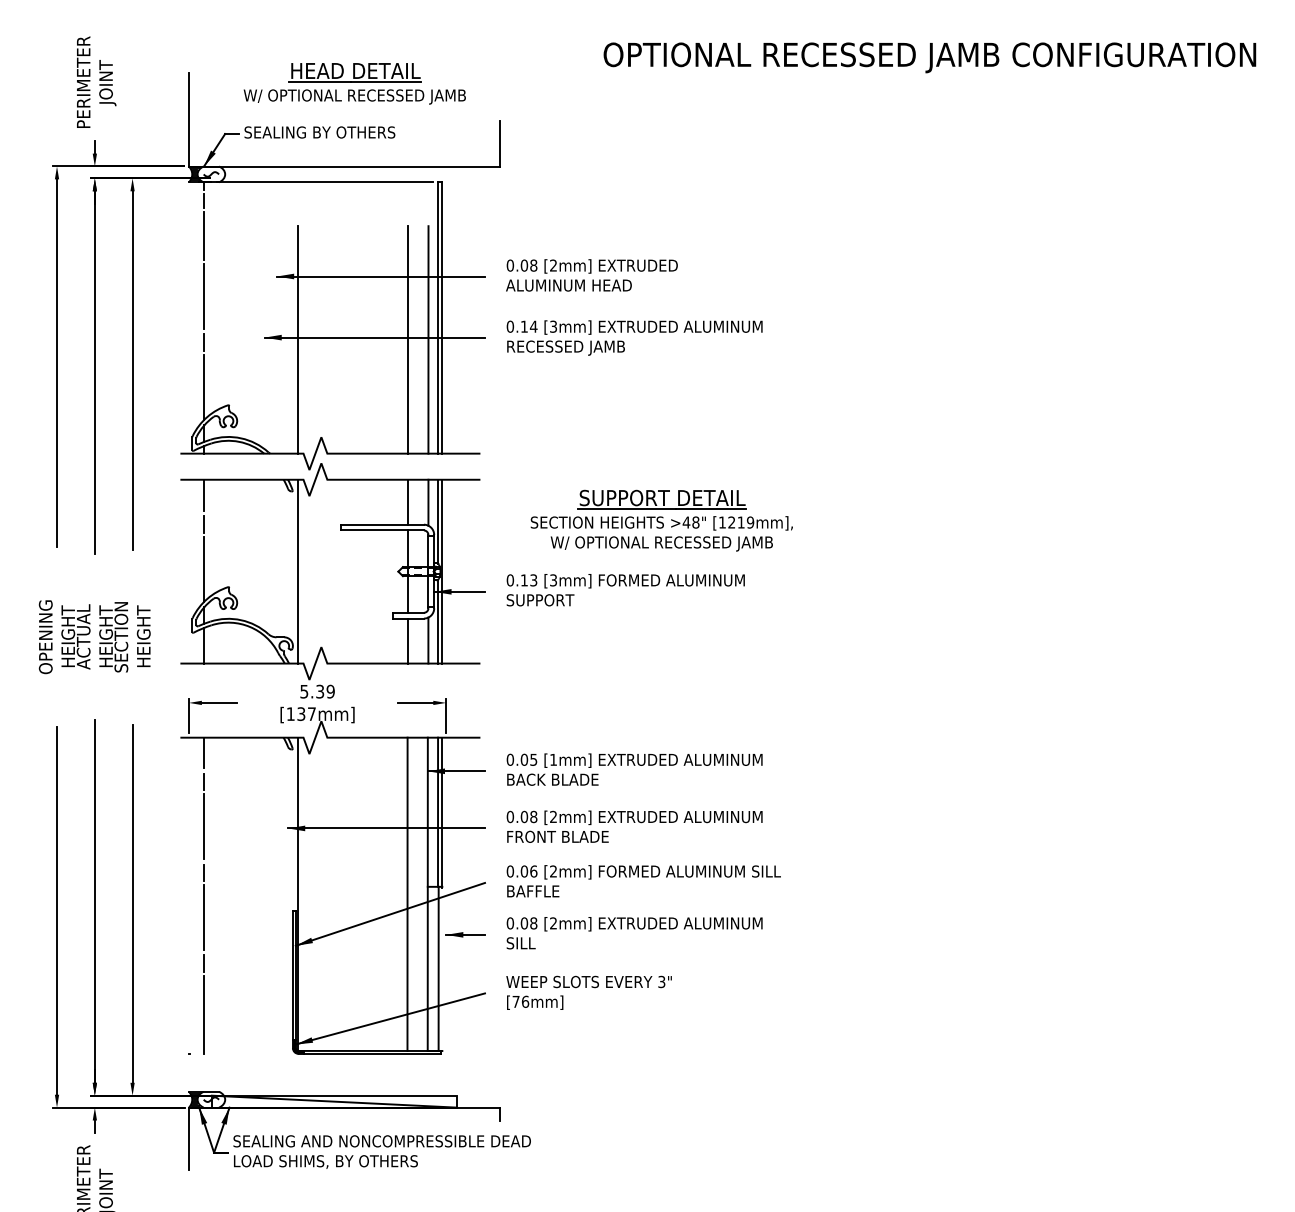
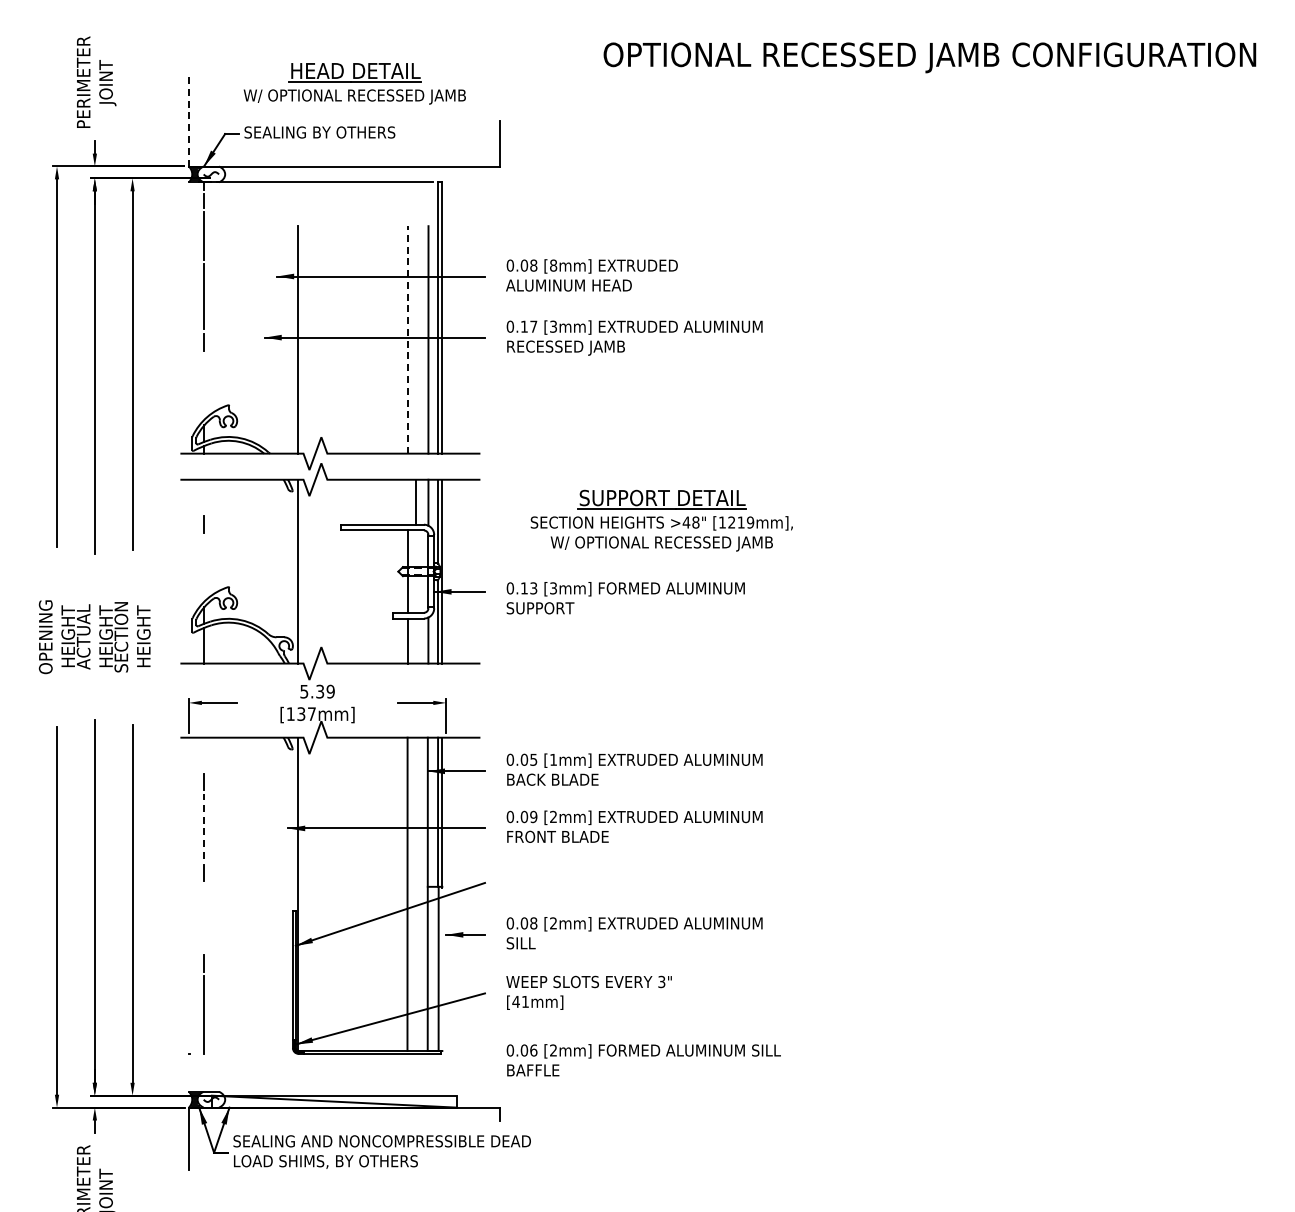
line at (188, 119): solid -> dashed
text at (553, 265): [2mm] -> [8mm]
text at (533, 326): 0.14 -> 0.17
line at (407, 339): solid -> dashed
line at (204, 387): present -> none
line at (204, 494): present -> none
line at (407, 501) position: (407, 501) -> (415, 501)
line at (204, 568): present -> none
text at (625, 590) position: (625, 590) -> (625, 598)
line at (204, 752): present -> none
text at (533, 817): 0.08 -> 0.09
line at (204, 826): solid -> dashed
text at (643, 881) position: (643, 881) -> (643, 1060)
line at (204, 917): present -> none
text at (520, 1001): [76mm] -> [41mm]
